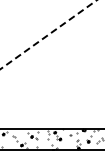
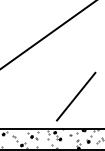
line at (47, 35): dashed -> solid
line at (76, 96): none -> present
